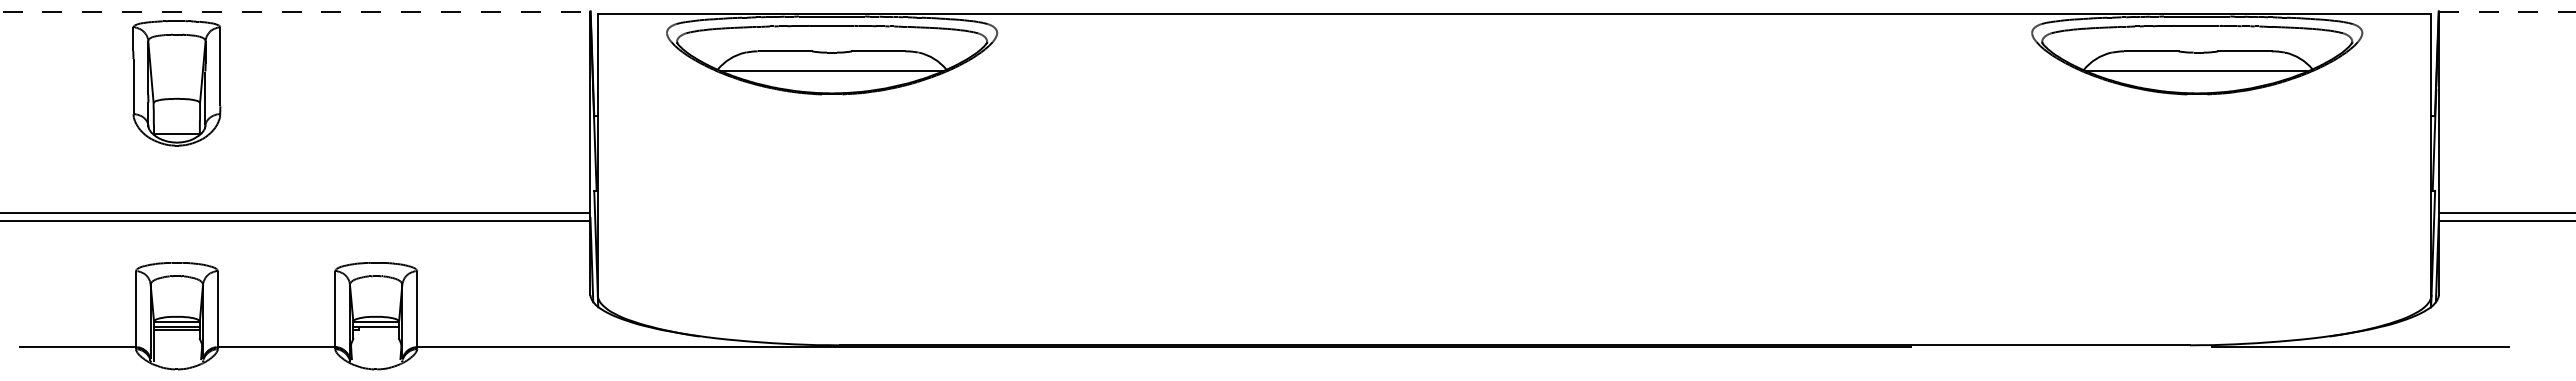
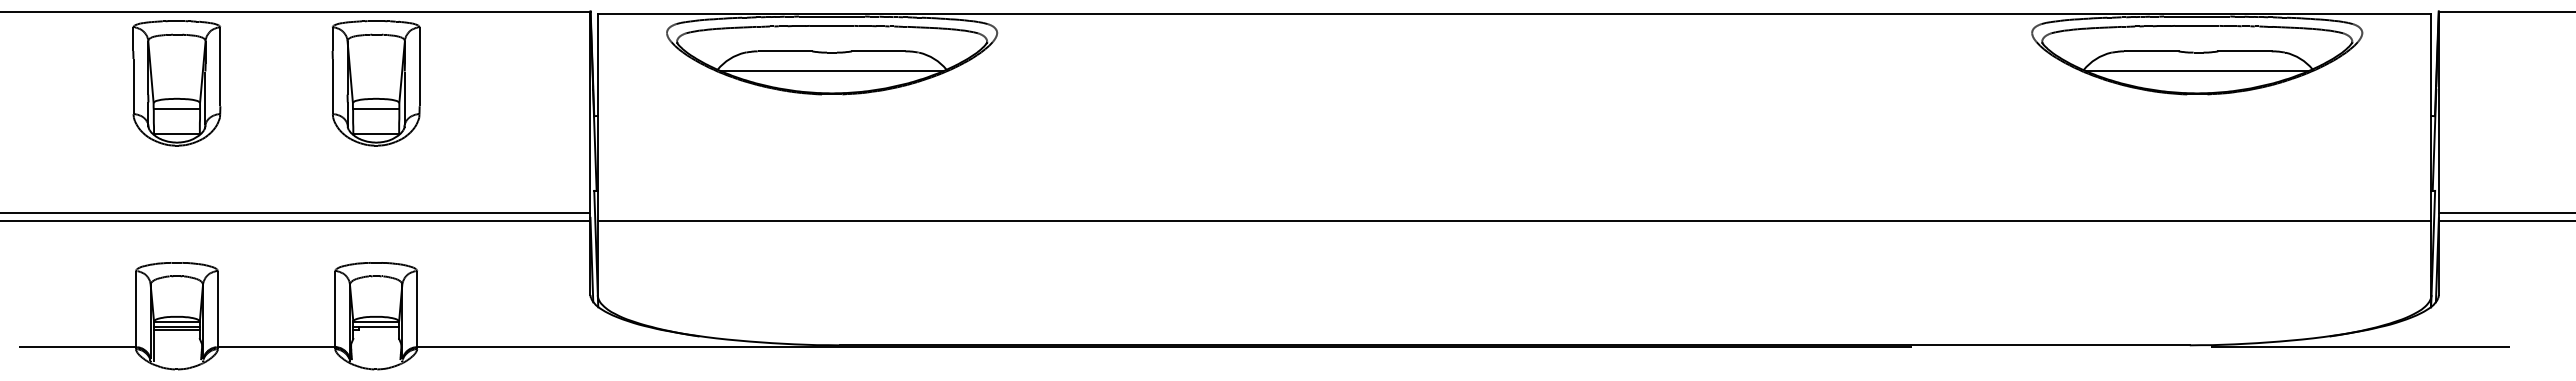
line at (295, 11): dashed -> solid
line at (2507, 11): dashed -> solid
part at (375, 83): none -> present
line at (176, 108): none -> present
line at (1514, 221): none -> present
